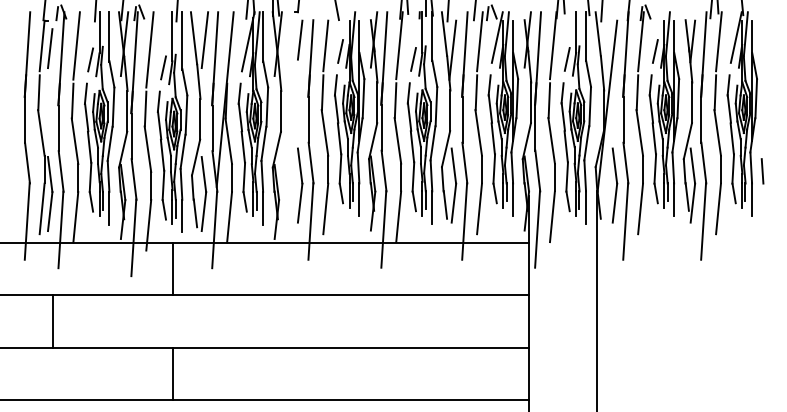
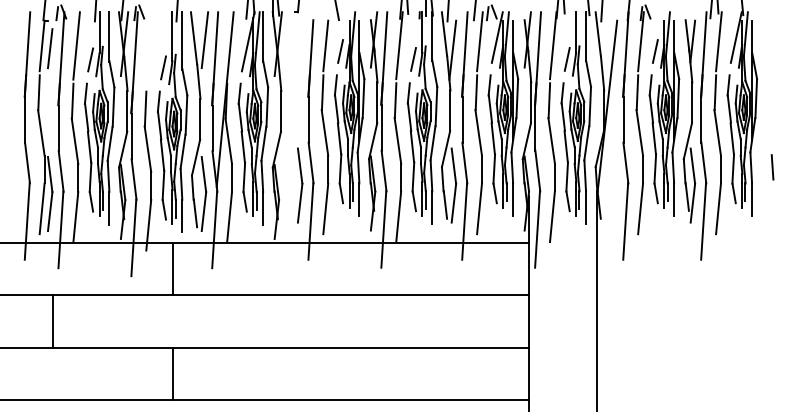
line at (299, 39): present -> none
line at (149, 49): present -> none
line at (762, 171) position: (762, 171) -> (772, 167)
part at (614, 185): present -> none
